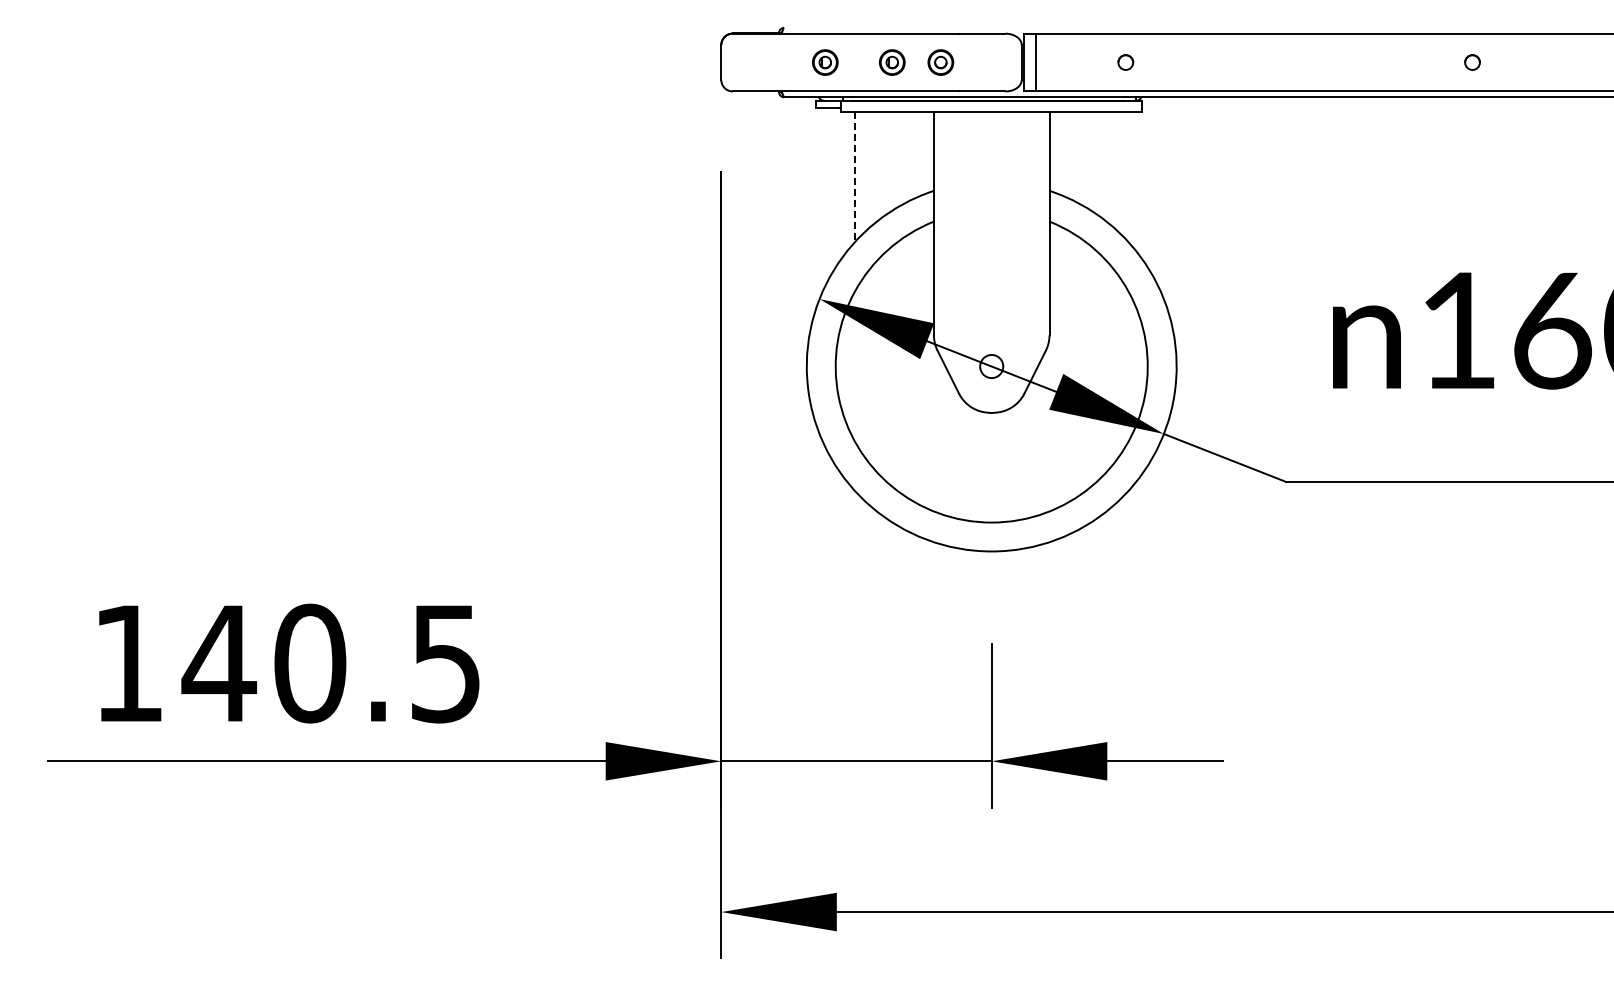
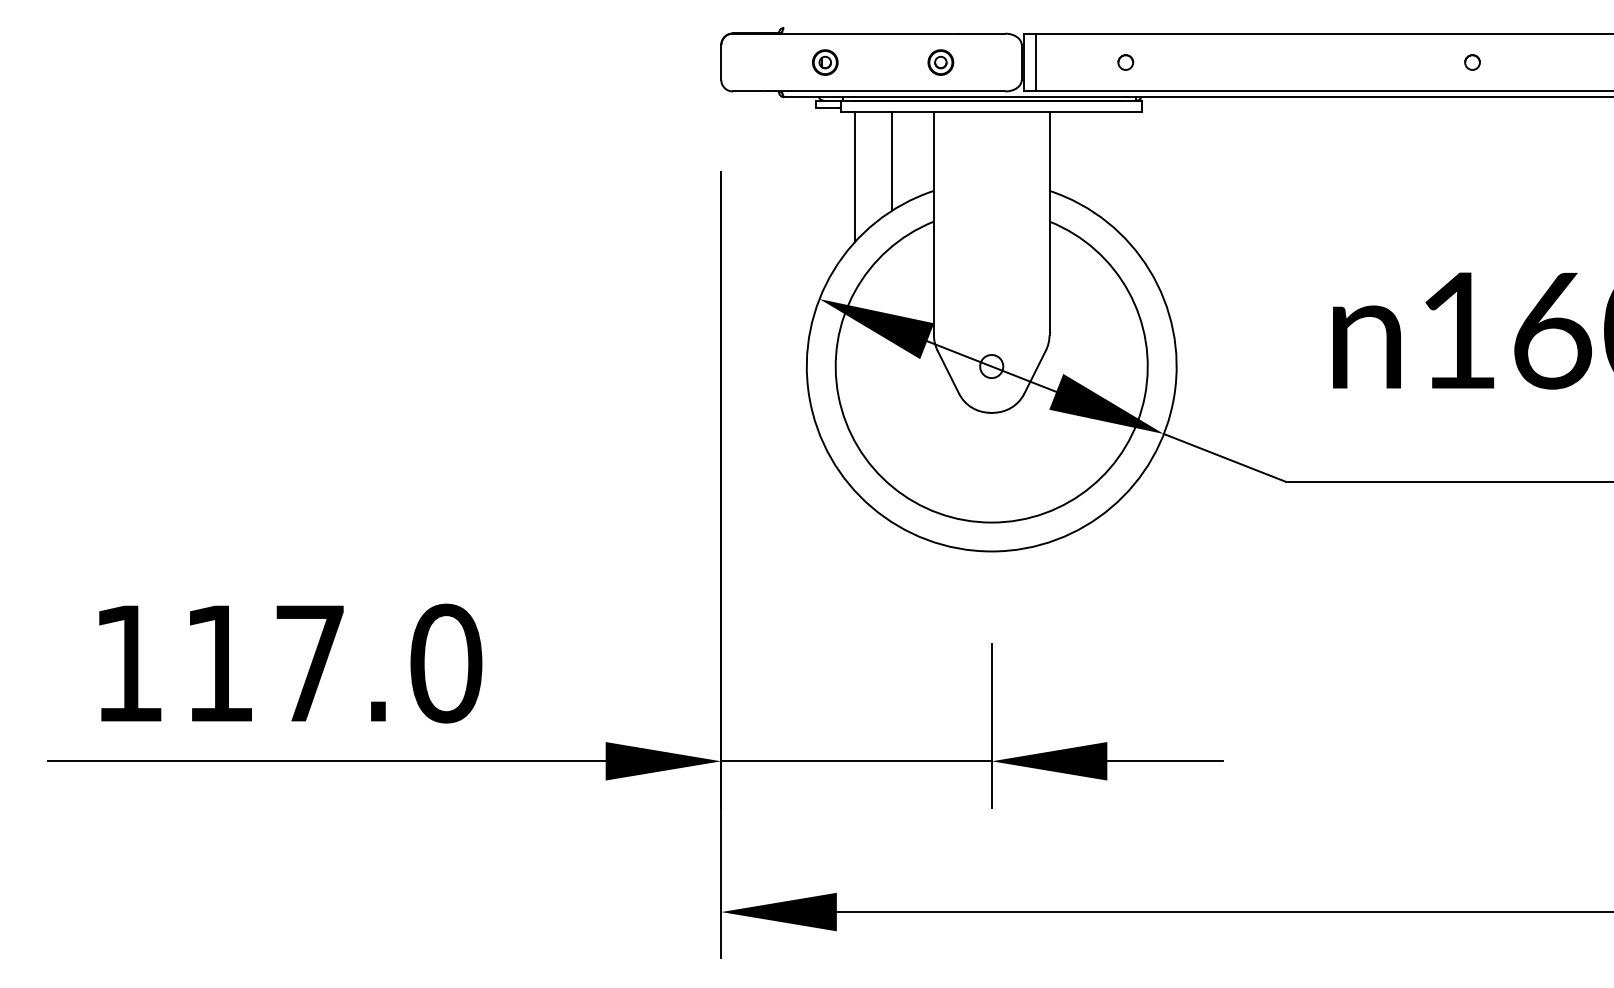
part at (892, 62): present -> none
line at (892, 161): none -> present
line at (855, 176): dashed -> solid
text at (331, 663): 140.5 -> 117.0
